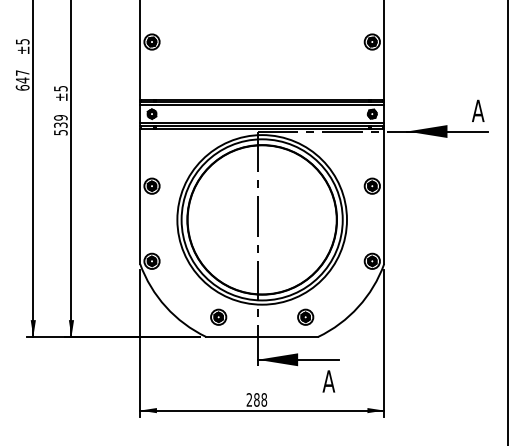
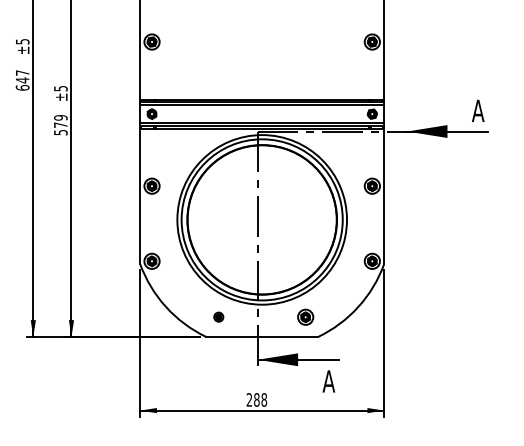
text at (60, 124): 539 -> 579
line at (508, 222): present -> none
part at (218, 316) size: 18x18 px -> 12x12 px
